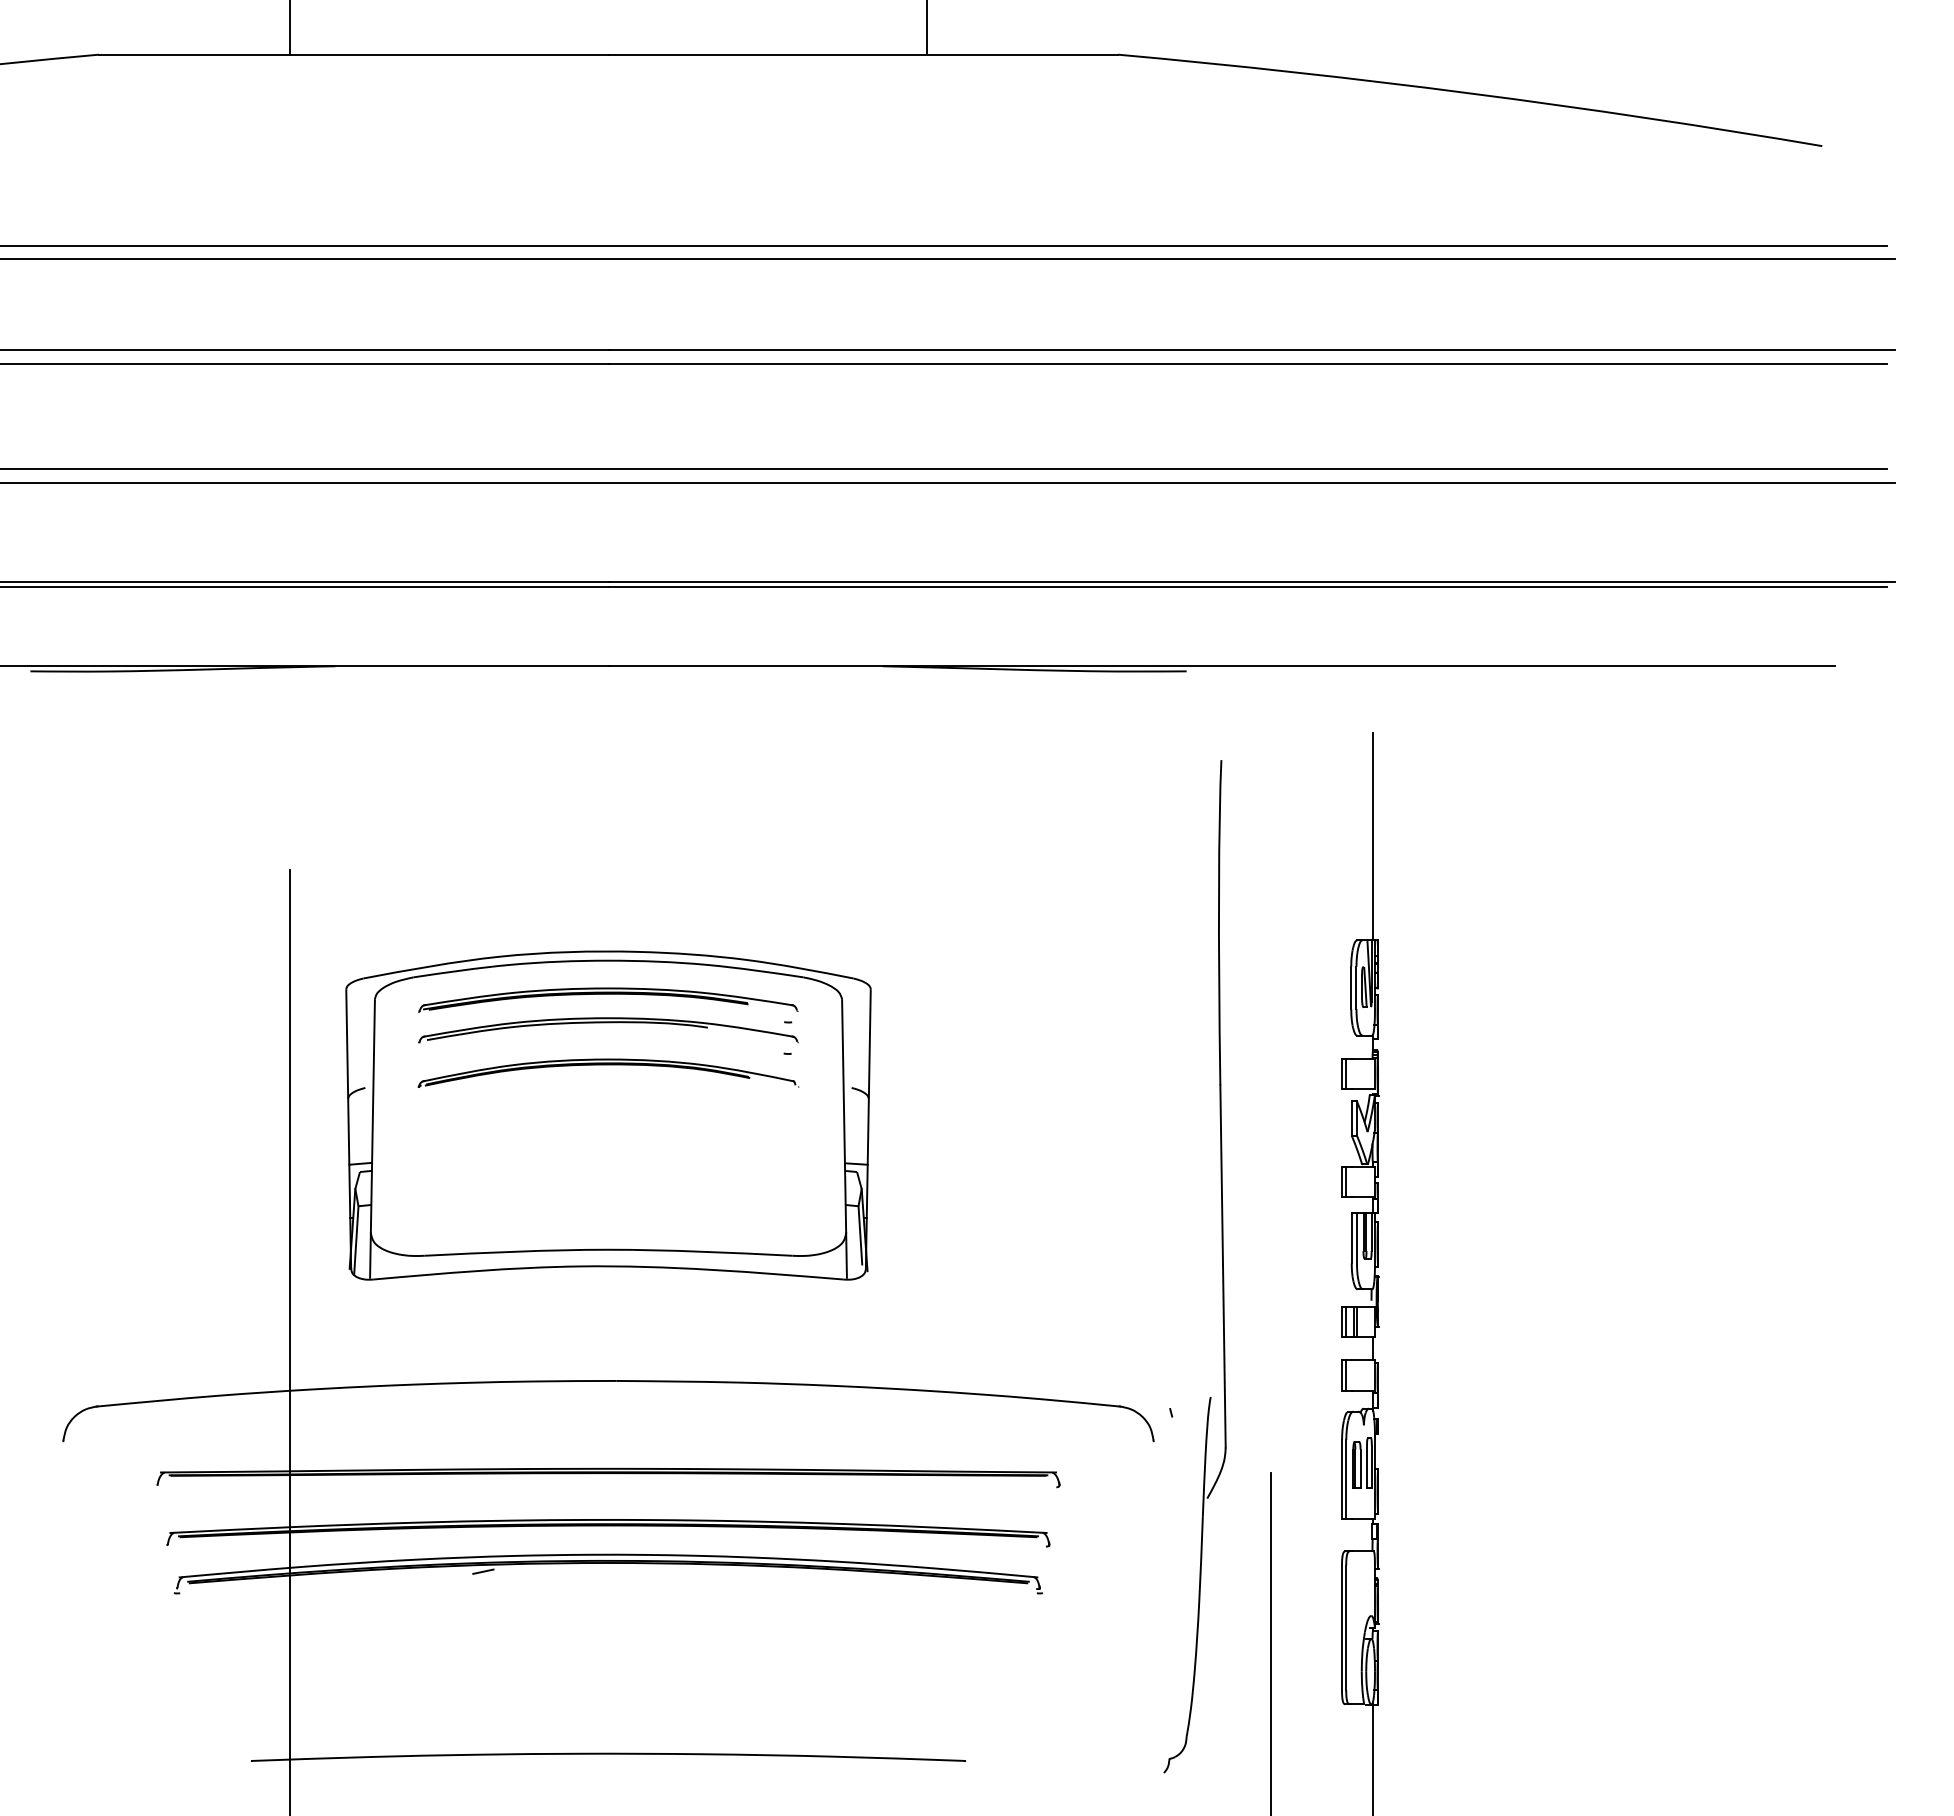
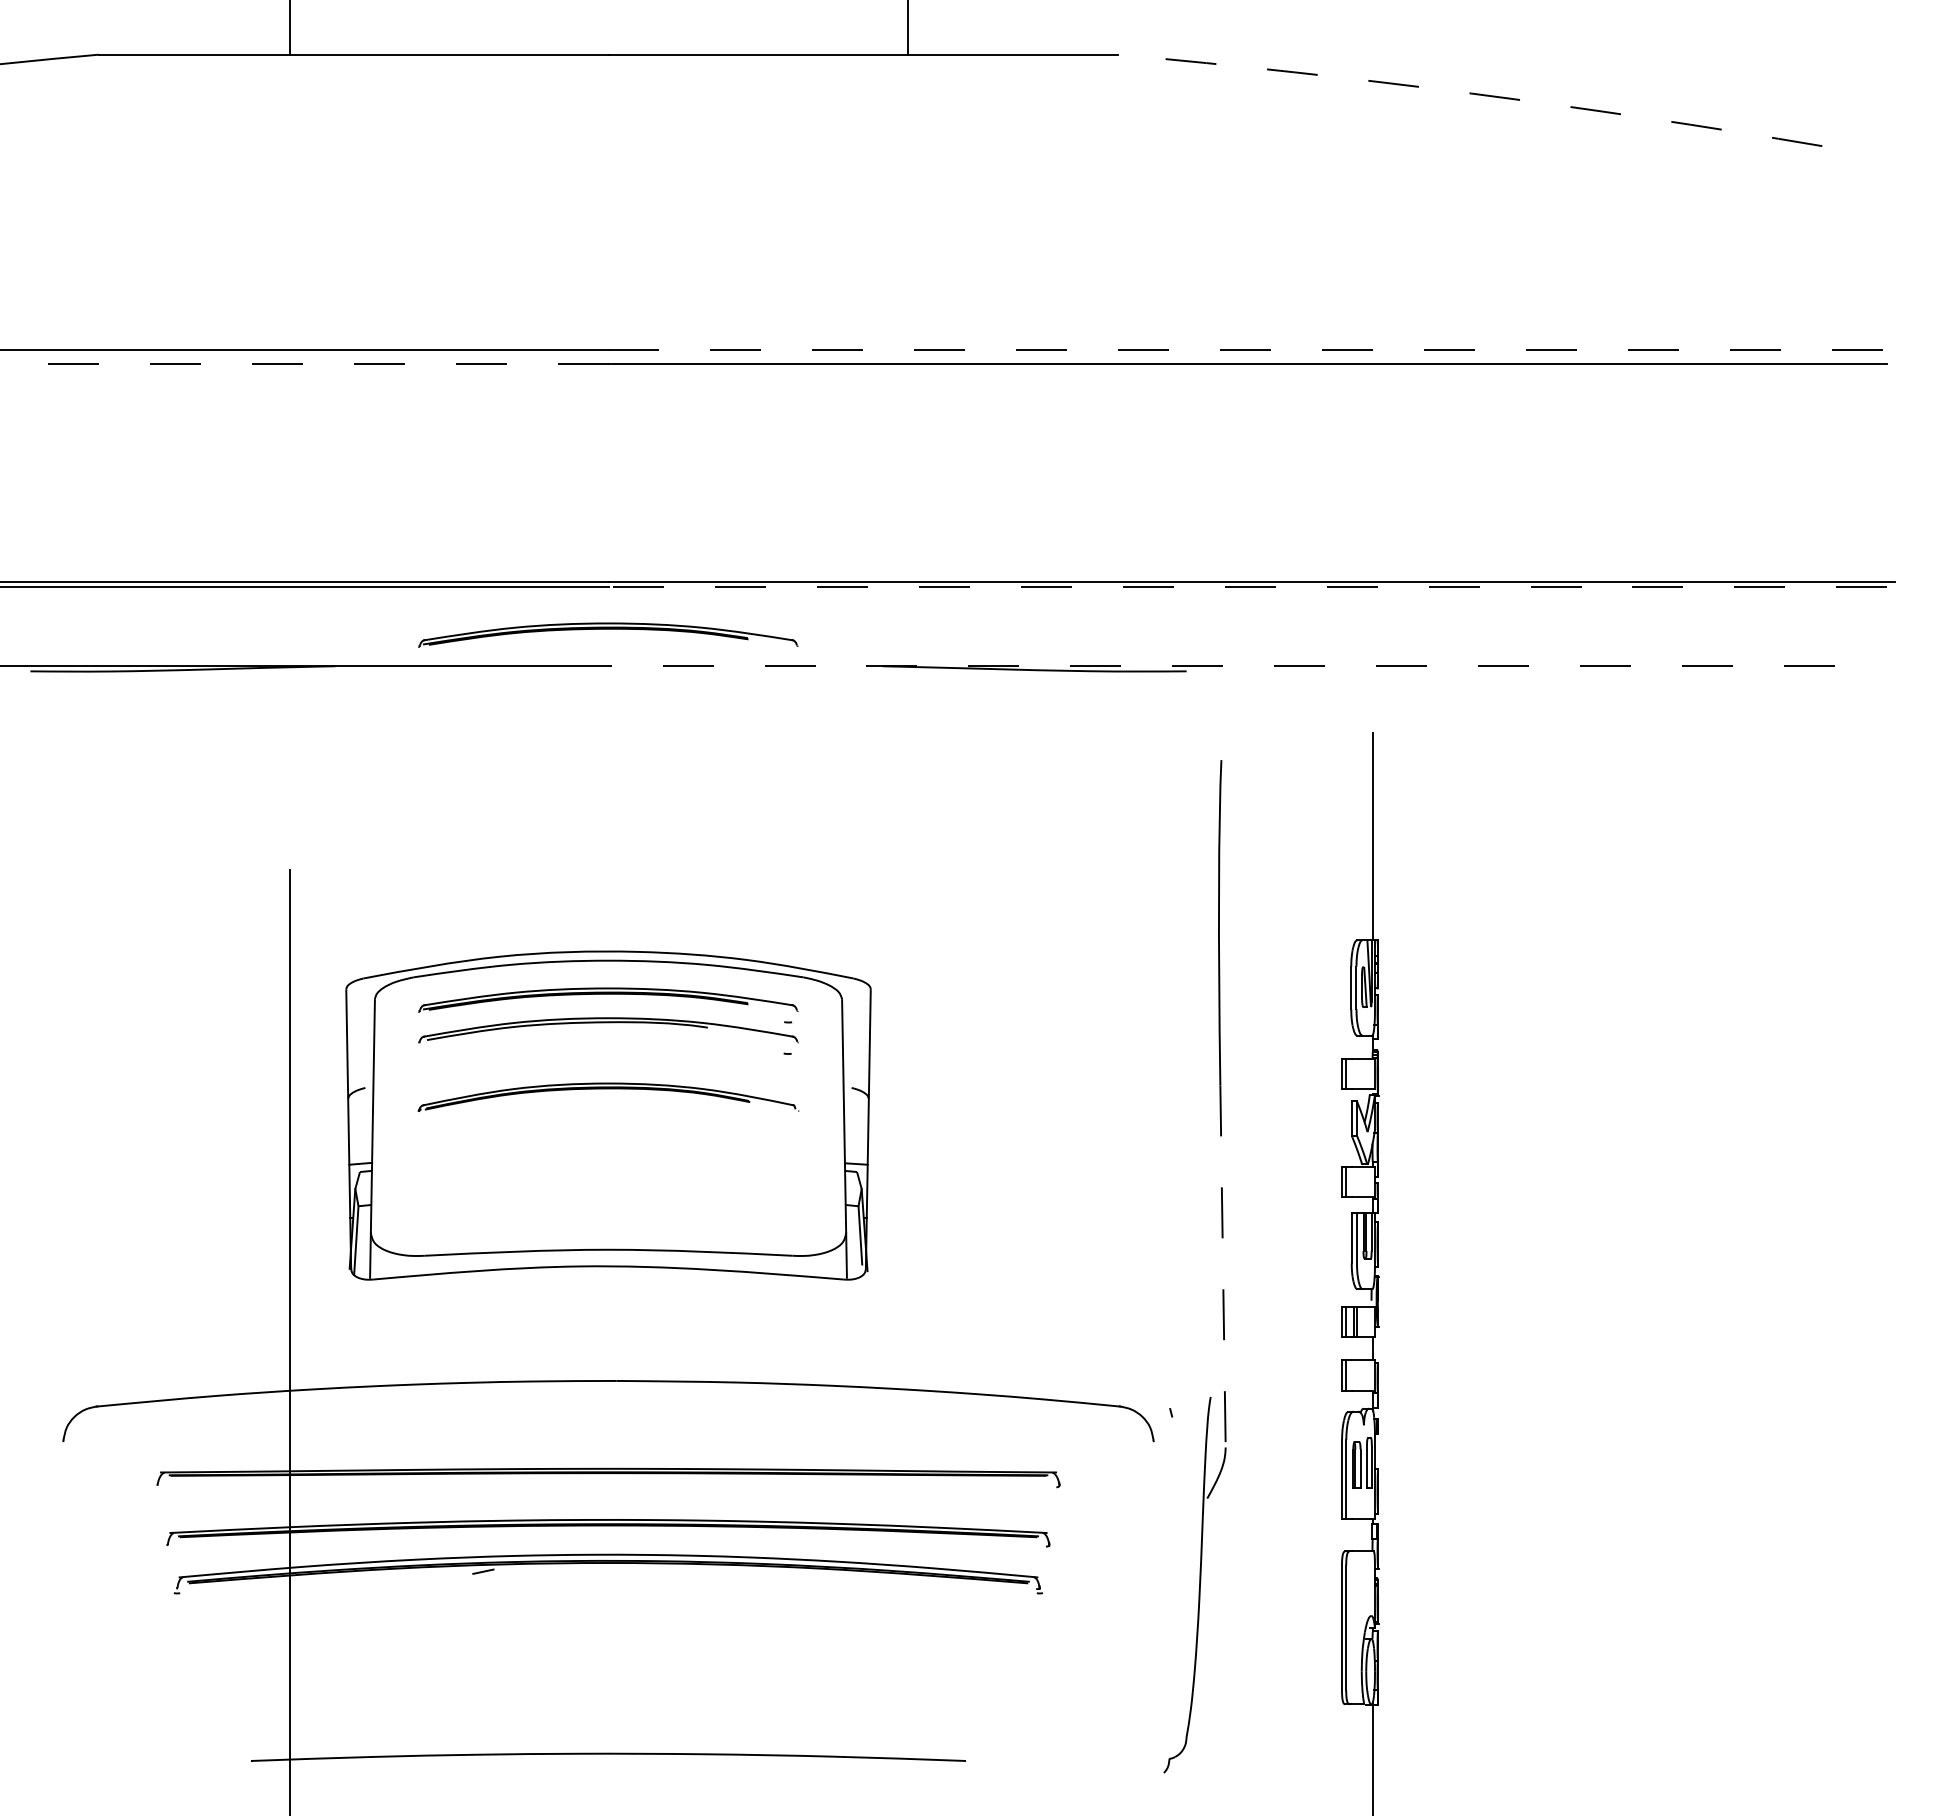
line at (927, 28) position: (927, 28) -> (908, 28)
arc at (1471, 93): solid -> dashed
line at (944, 245): present -> none
line at (948, 258): present -> none
line at (1252, 350): solid -> dashed
line at (304, 363): solid -> dashed
line at (944, 469): present -> none
line at (948, 482): present -> none
line at (1247, 587): solid -> dashed
part at (608, 634): none -> present
line at (1221, 666): solid -> dashed
part at (608, 1065) position: (608, 1065) -> (608, 1089)
line at (1223, 1266): solid -> dashed
line at (1271, 1642): present -> none
